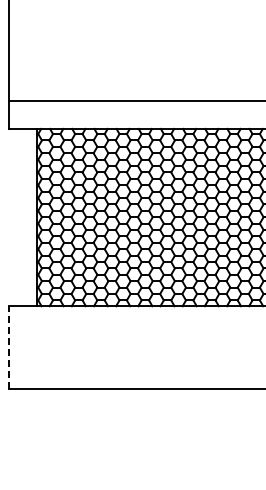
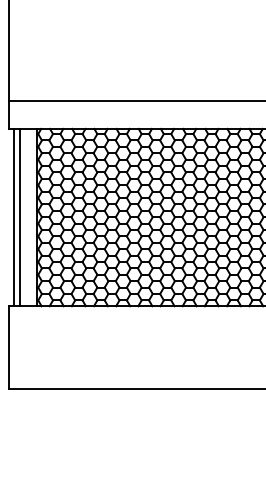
line at (13, 217): none -> present
line at (20, 217): none -> present
line at (8, 347): dashed -> solid
